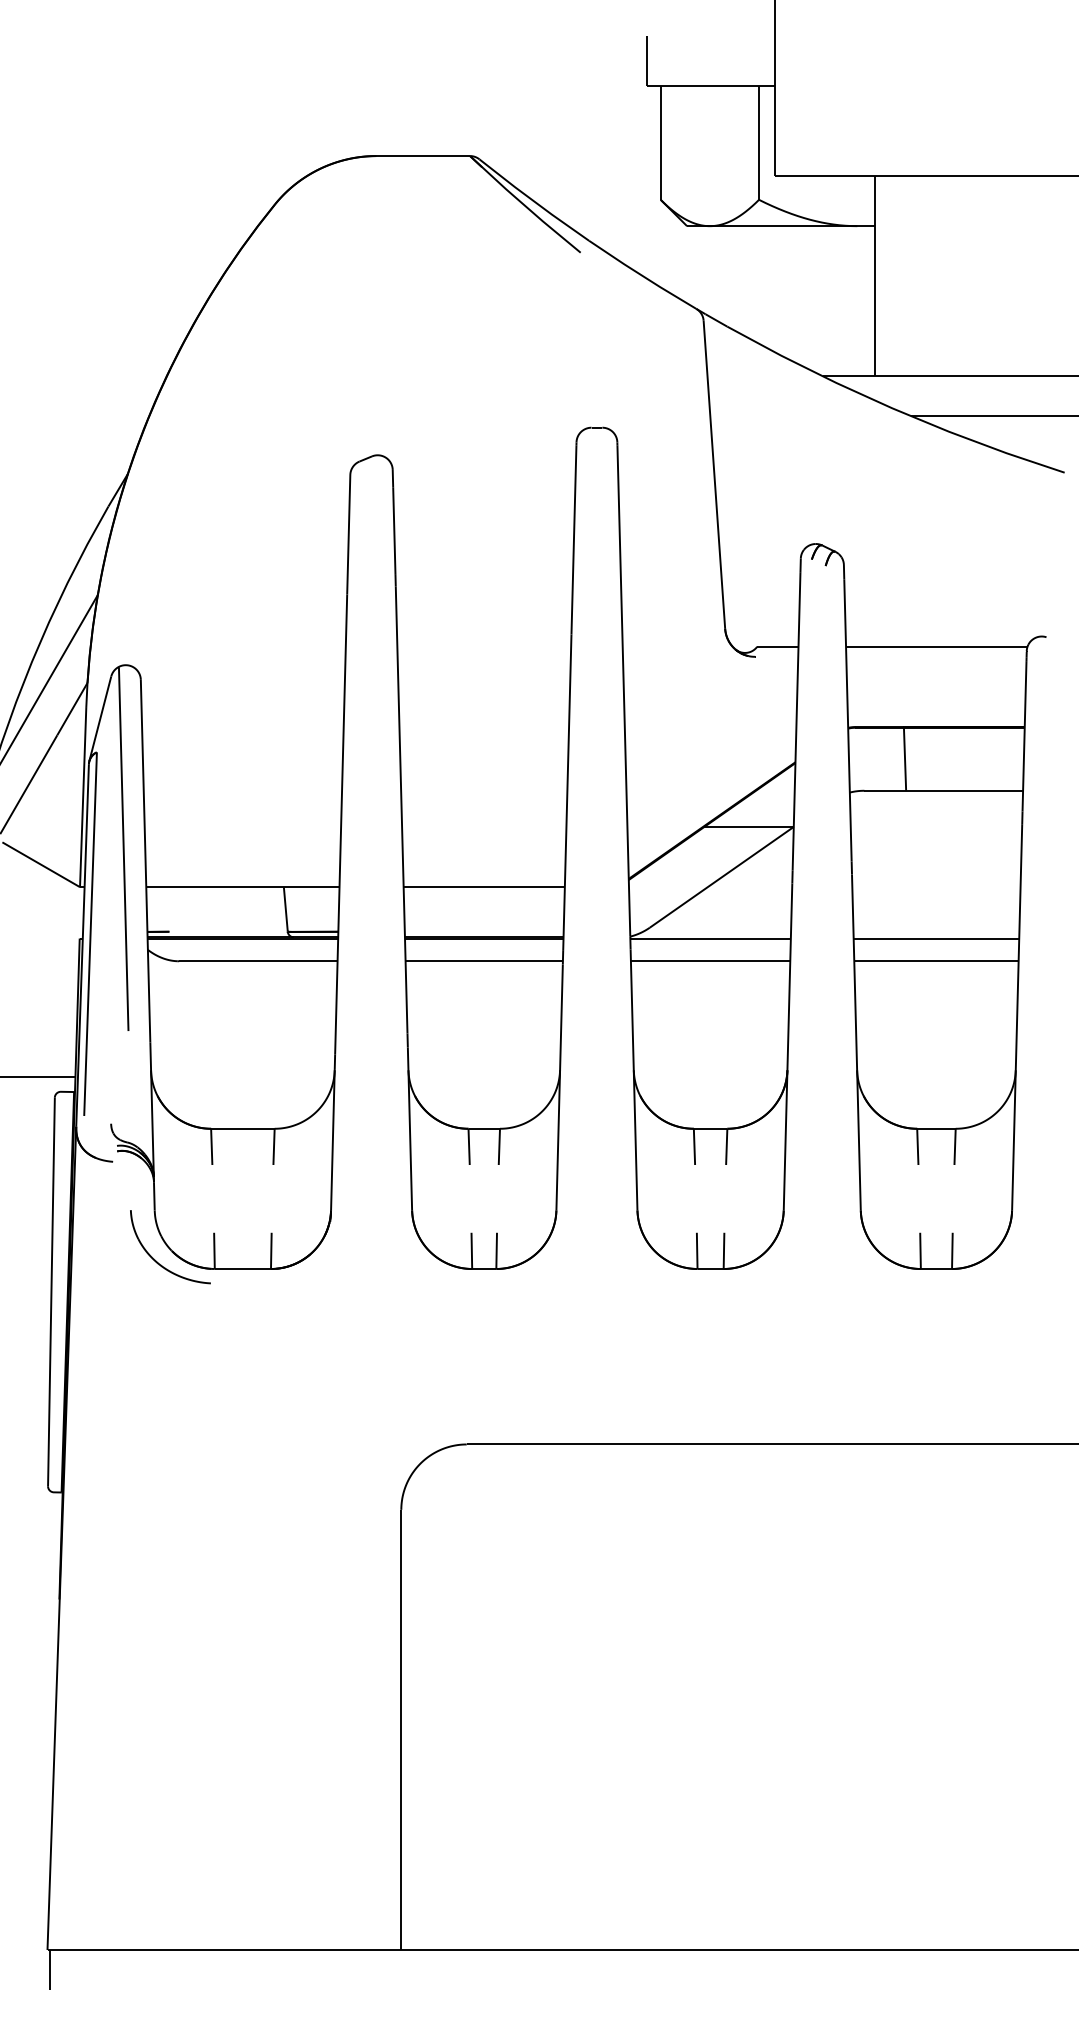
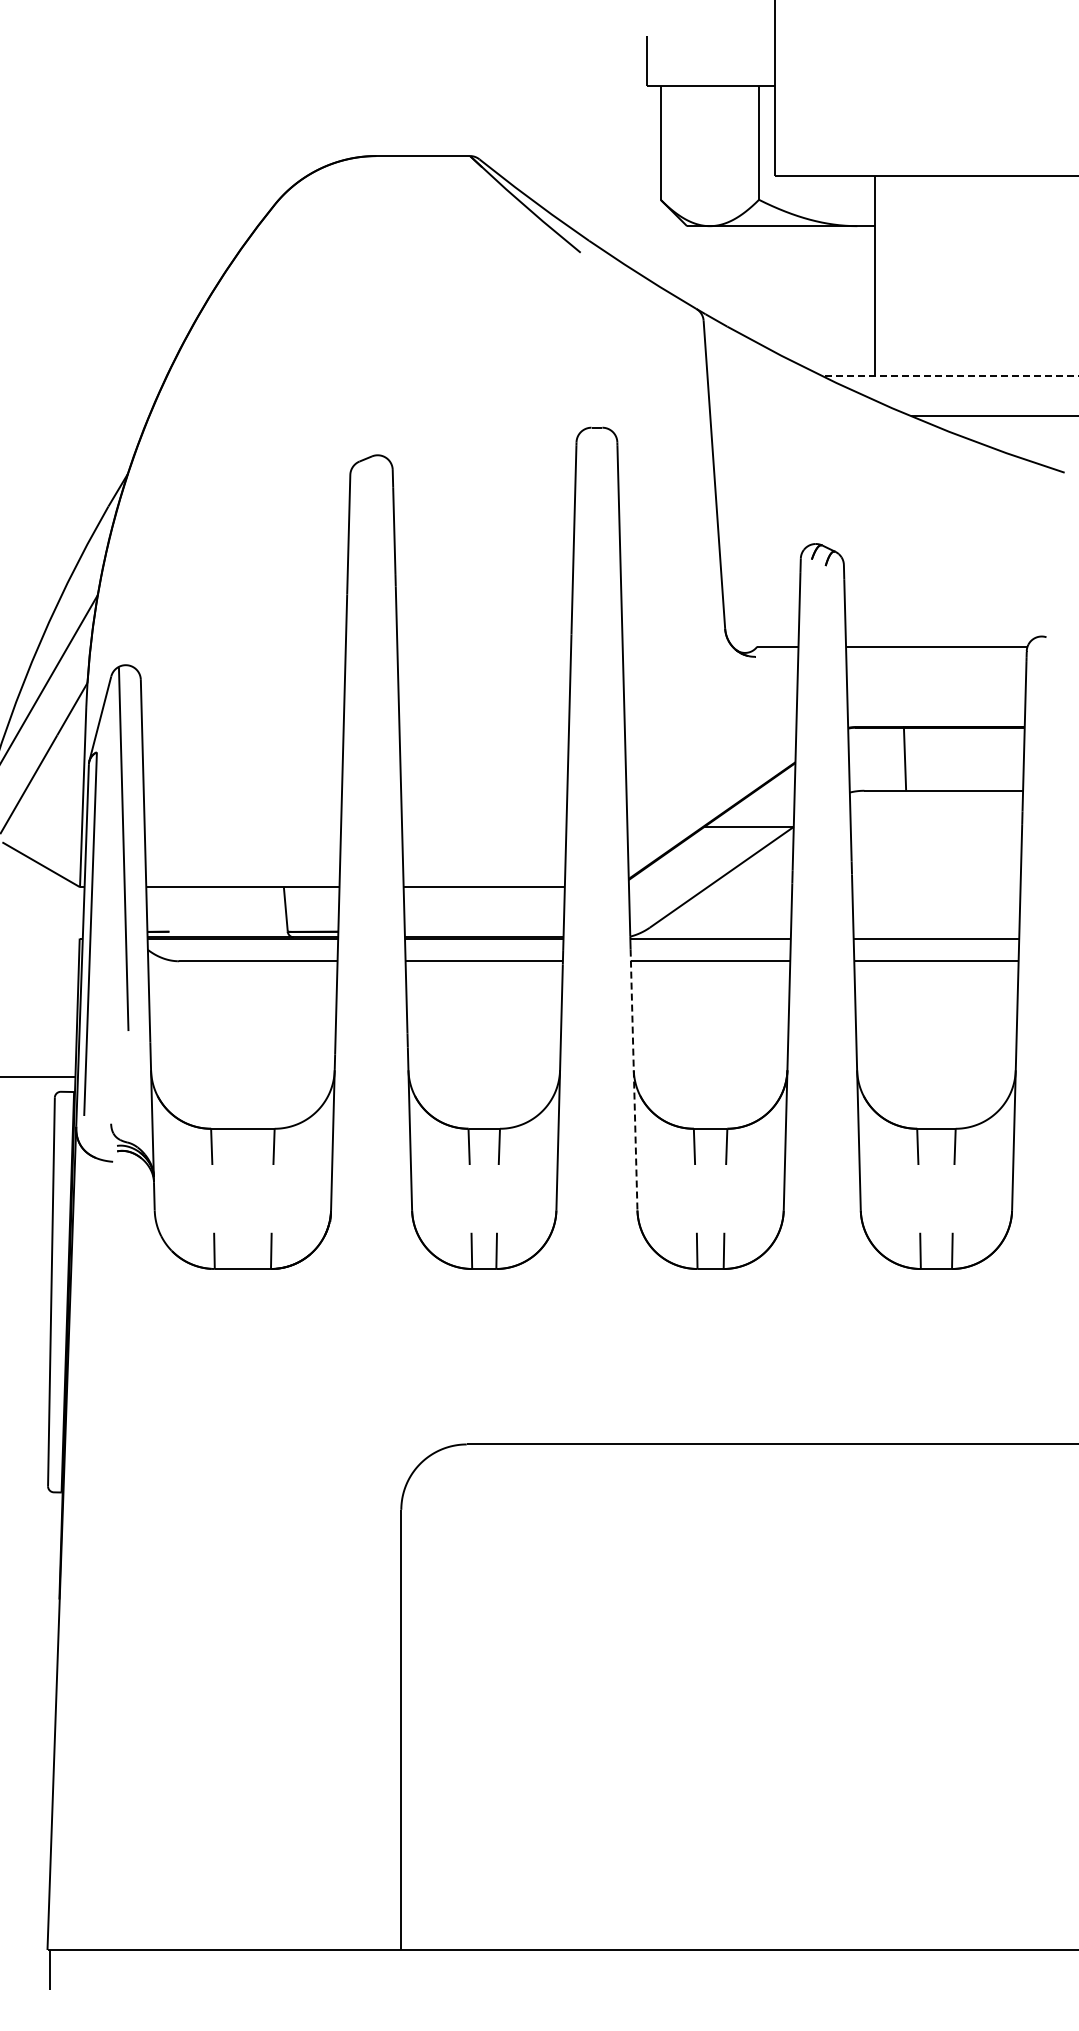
line at (950, 376): solid -> dashed
line at (634, 1080): solid -> dashed
part at (156, 1260): present -> none
